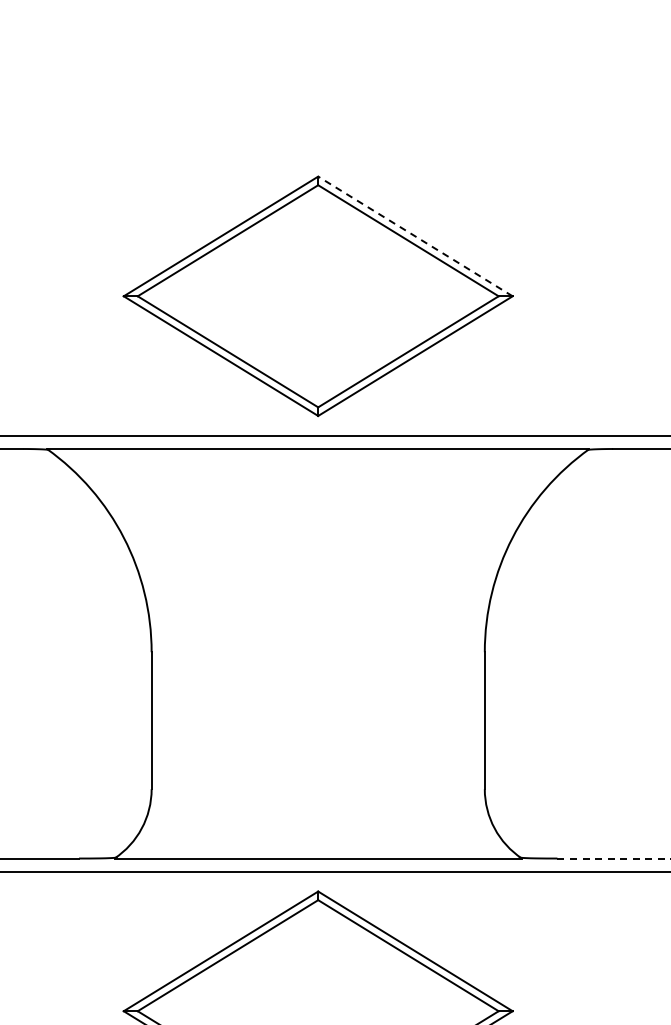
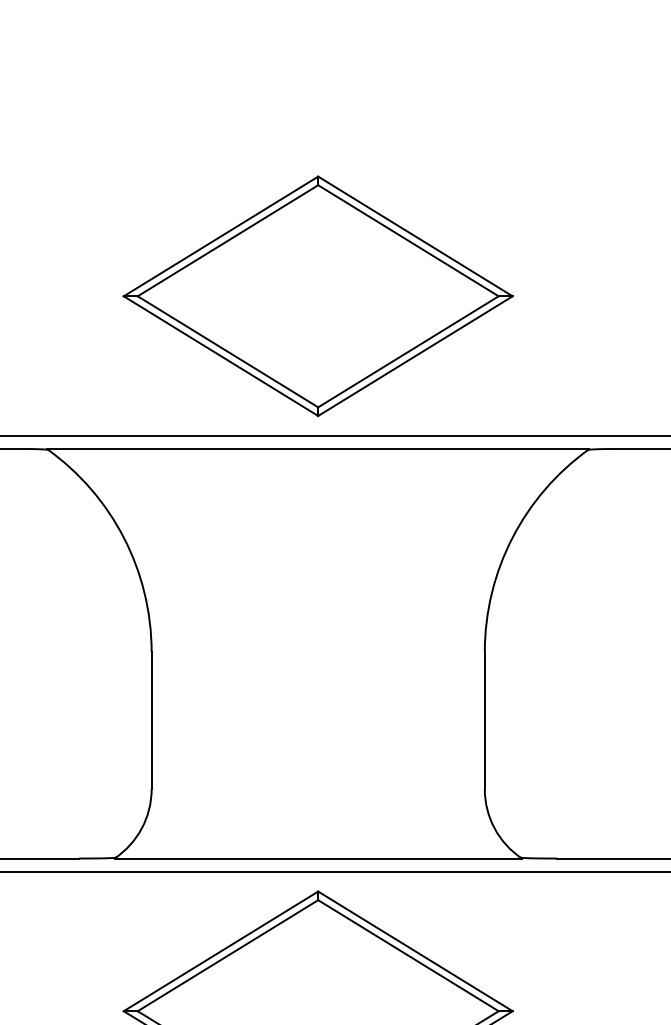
line at (415, 236): dashed -> solid
line at (614, 858): dashed -> solid
